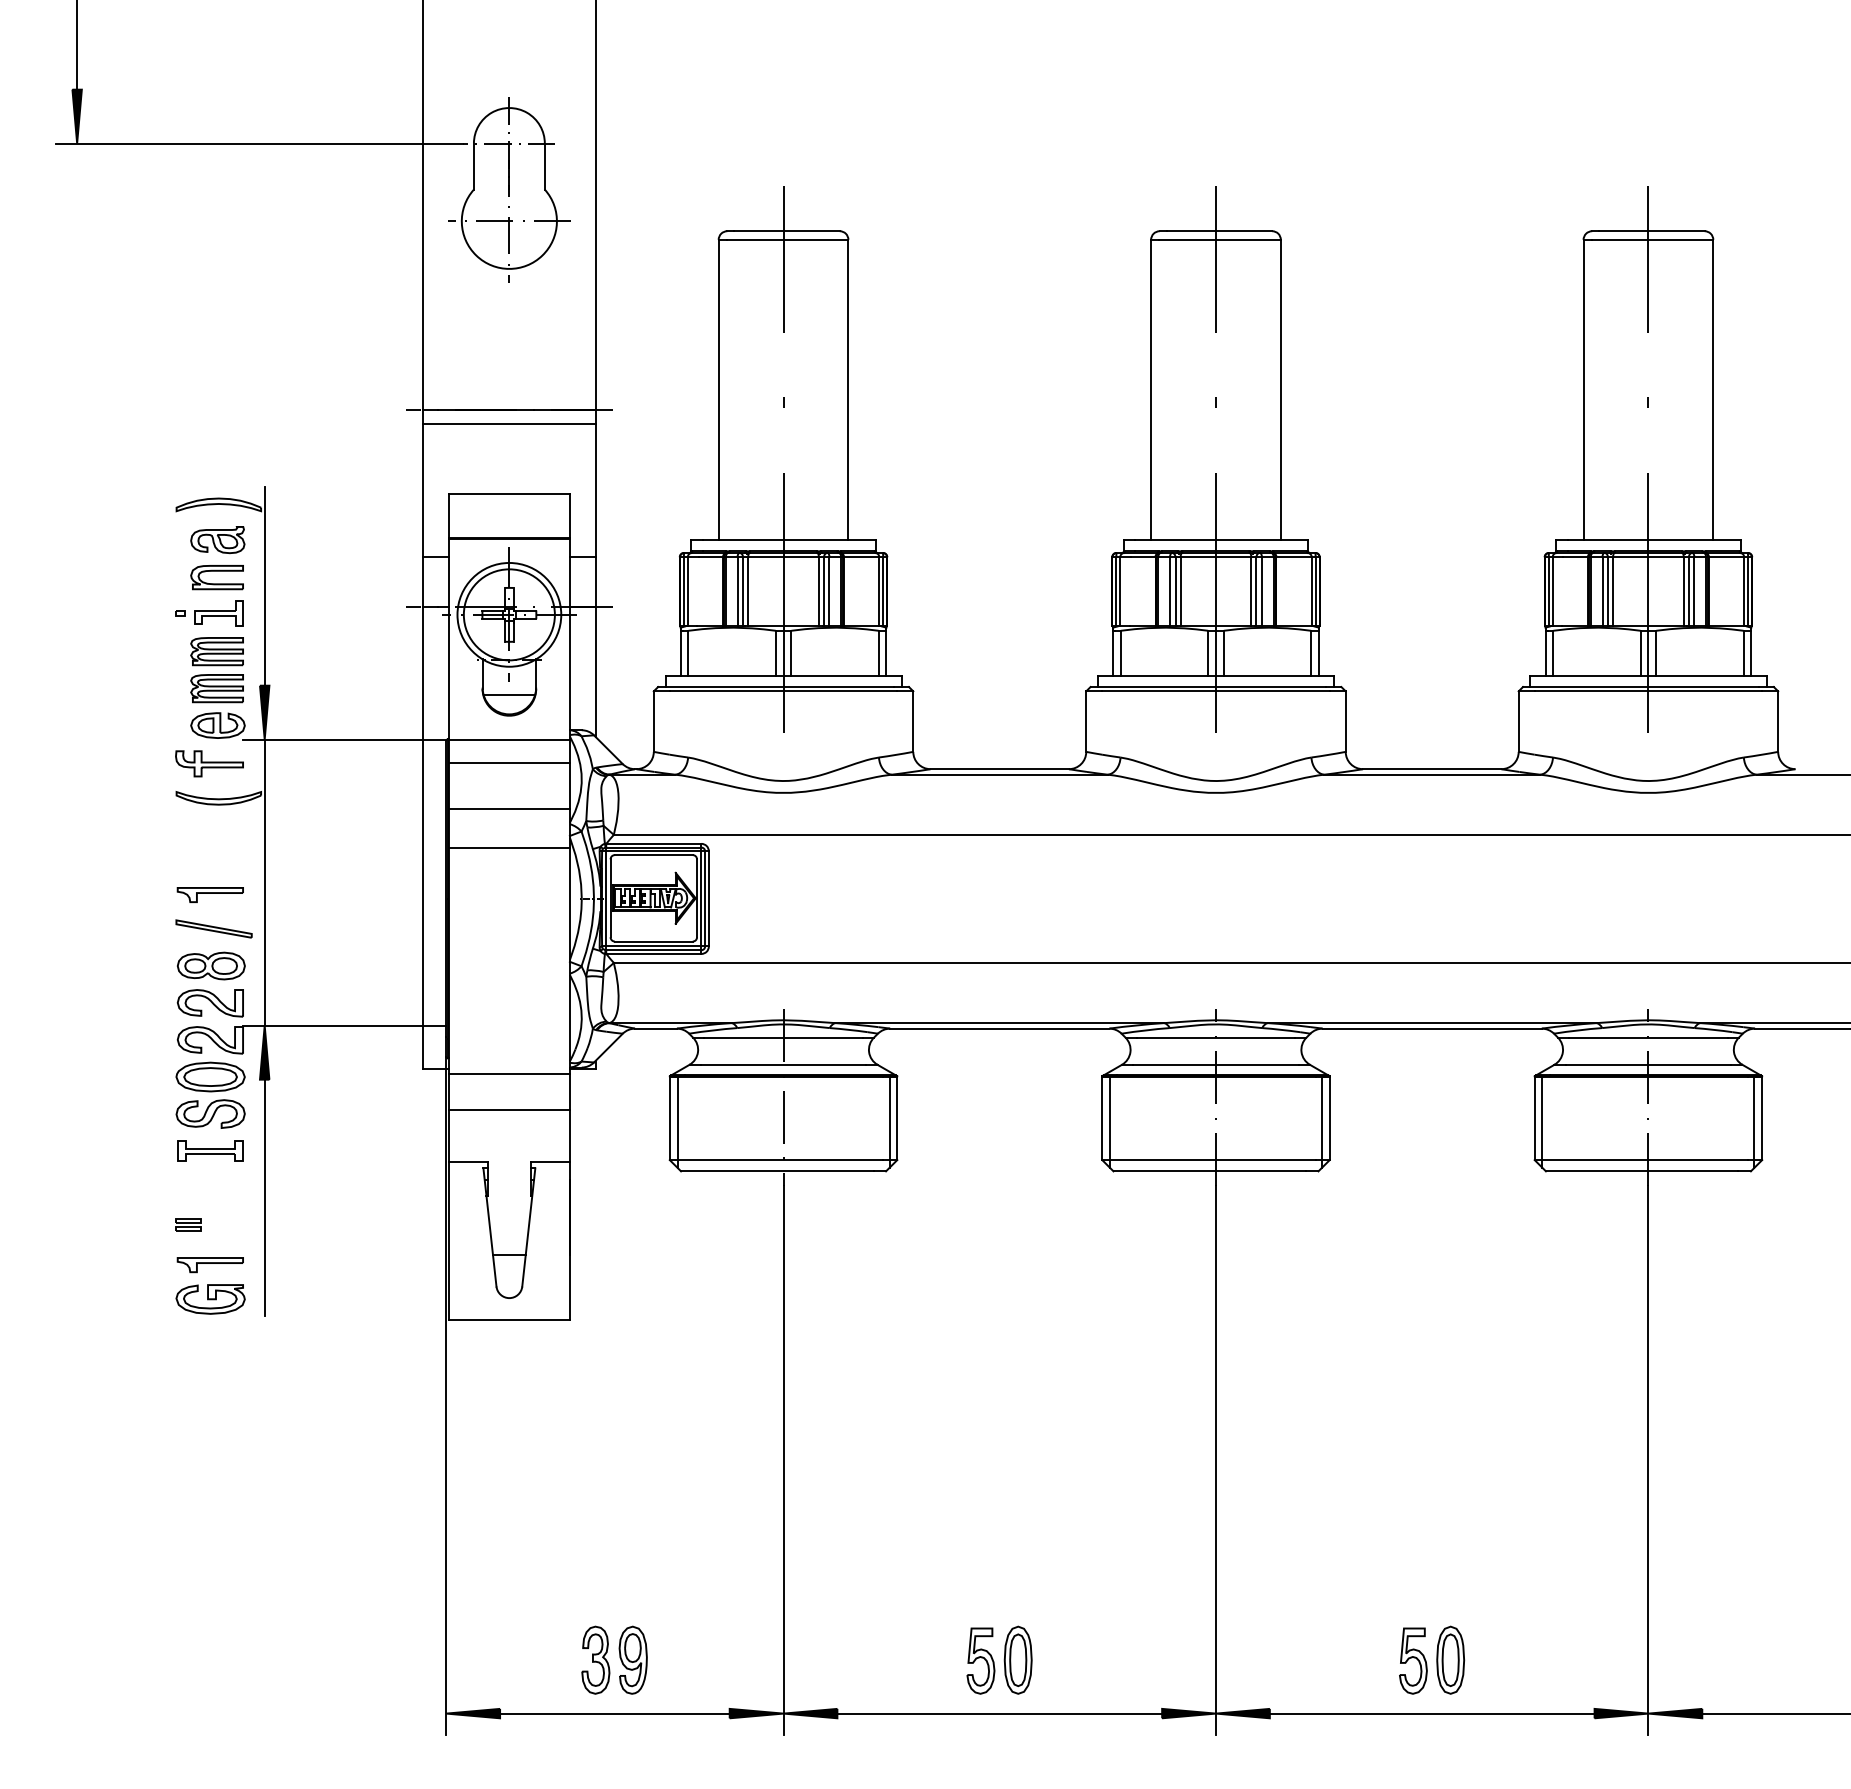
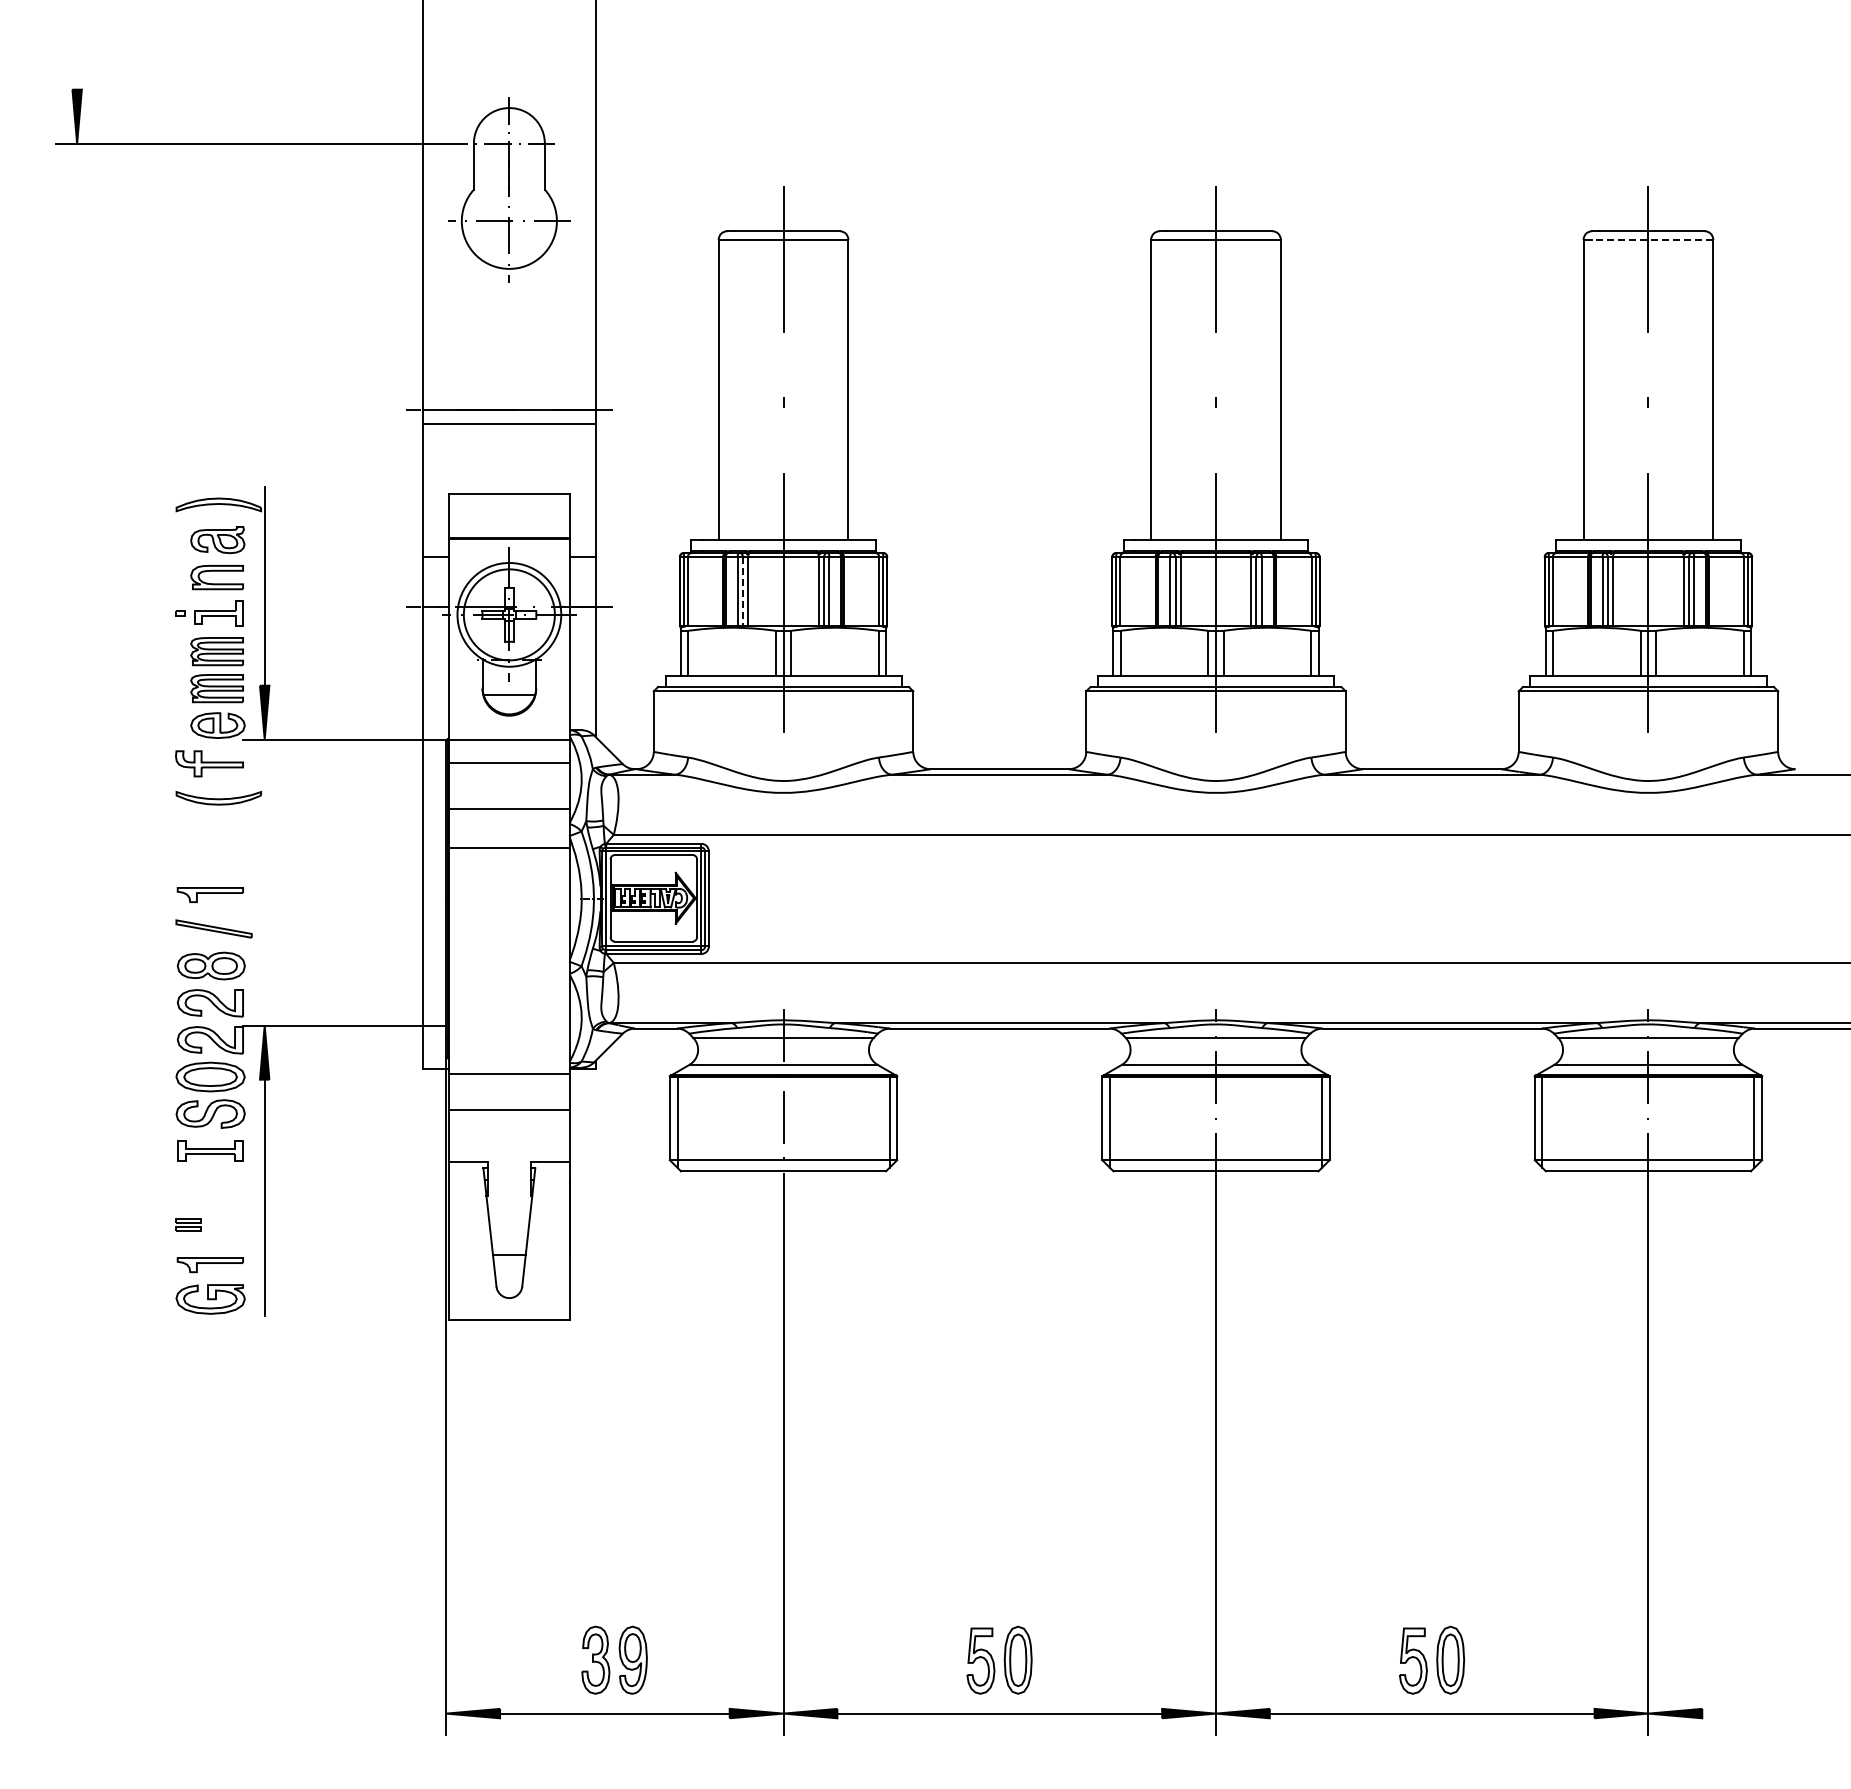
line at (77, 45): present -> none
line at (1652, 239): solid -> dashed
line at (743, 591): solid -> dashed
line at (264, 882): present -> none
line at (1774, 1713): present -> none
